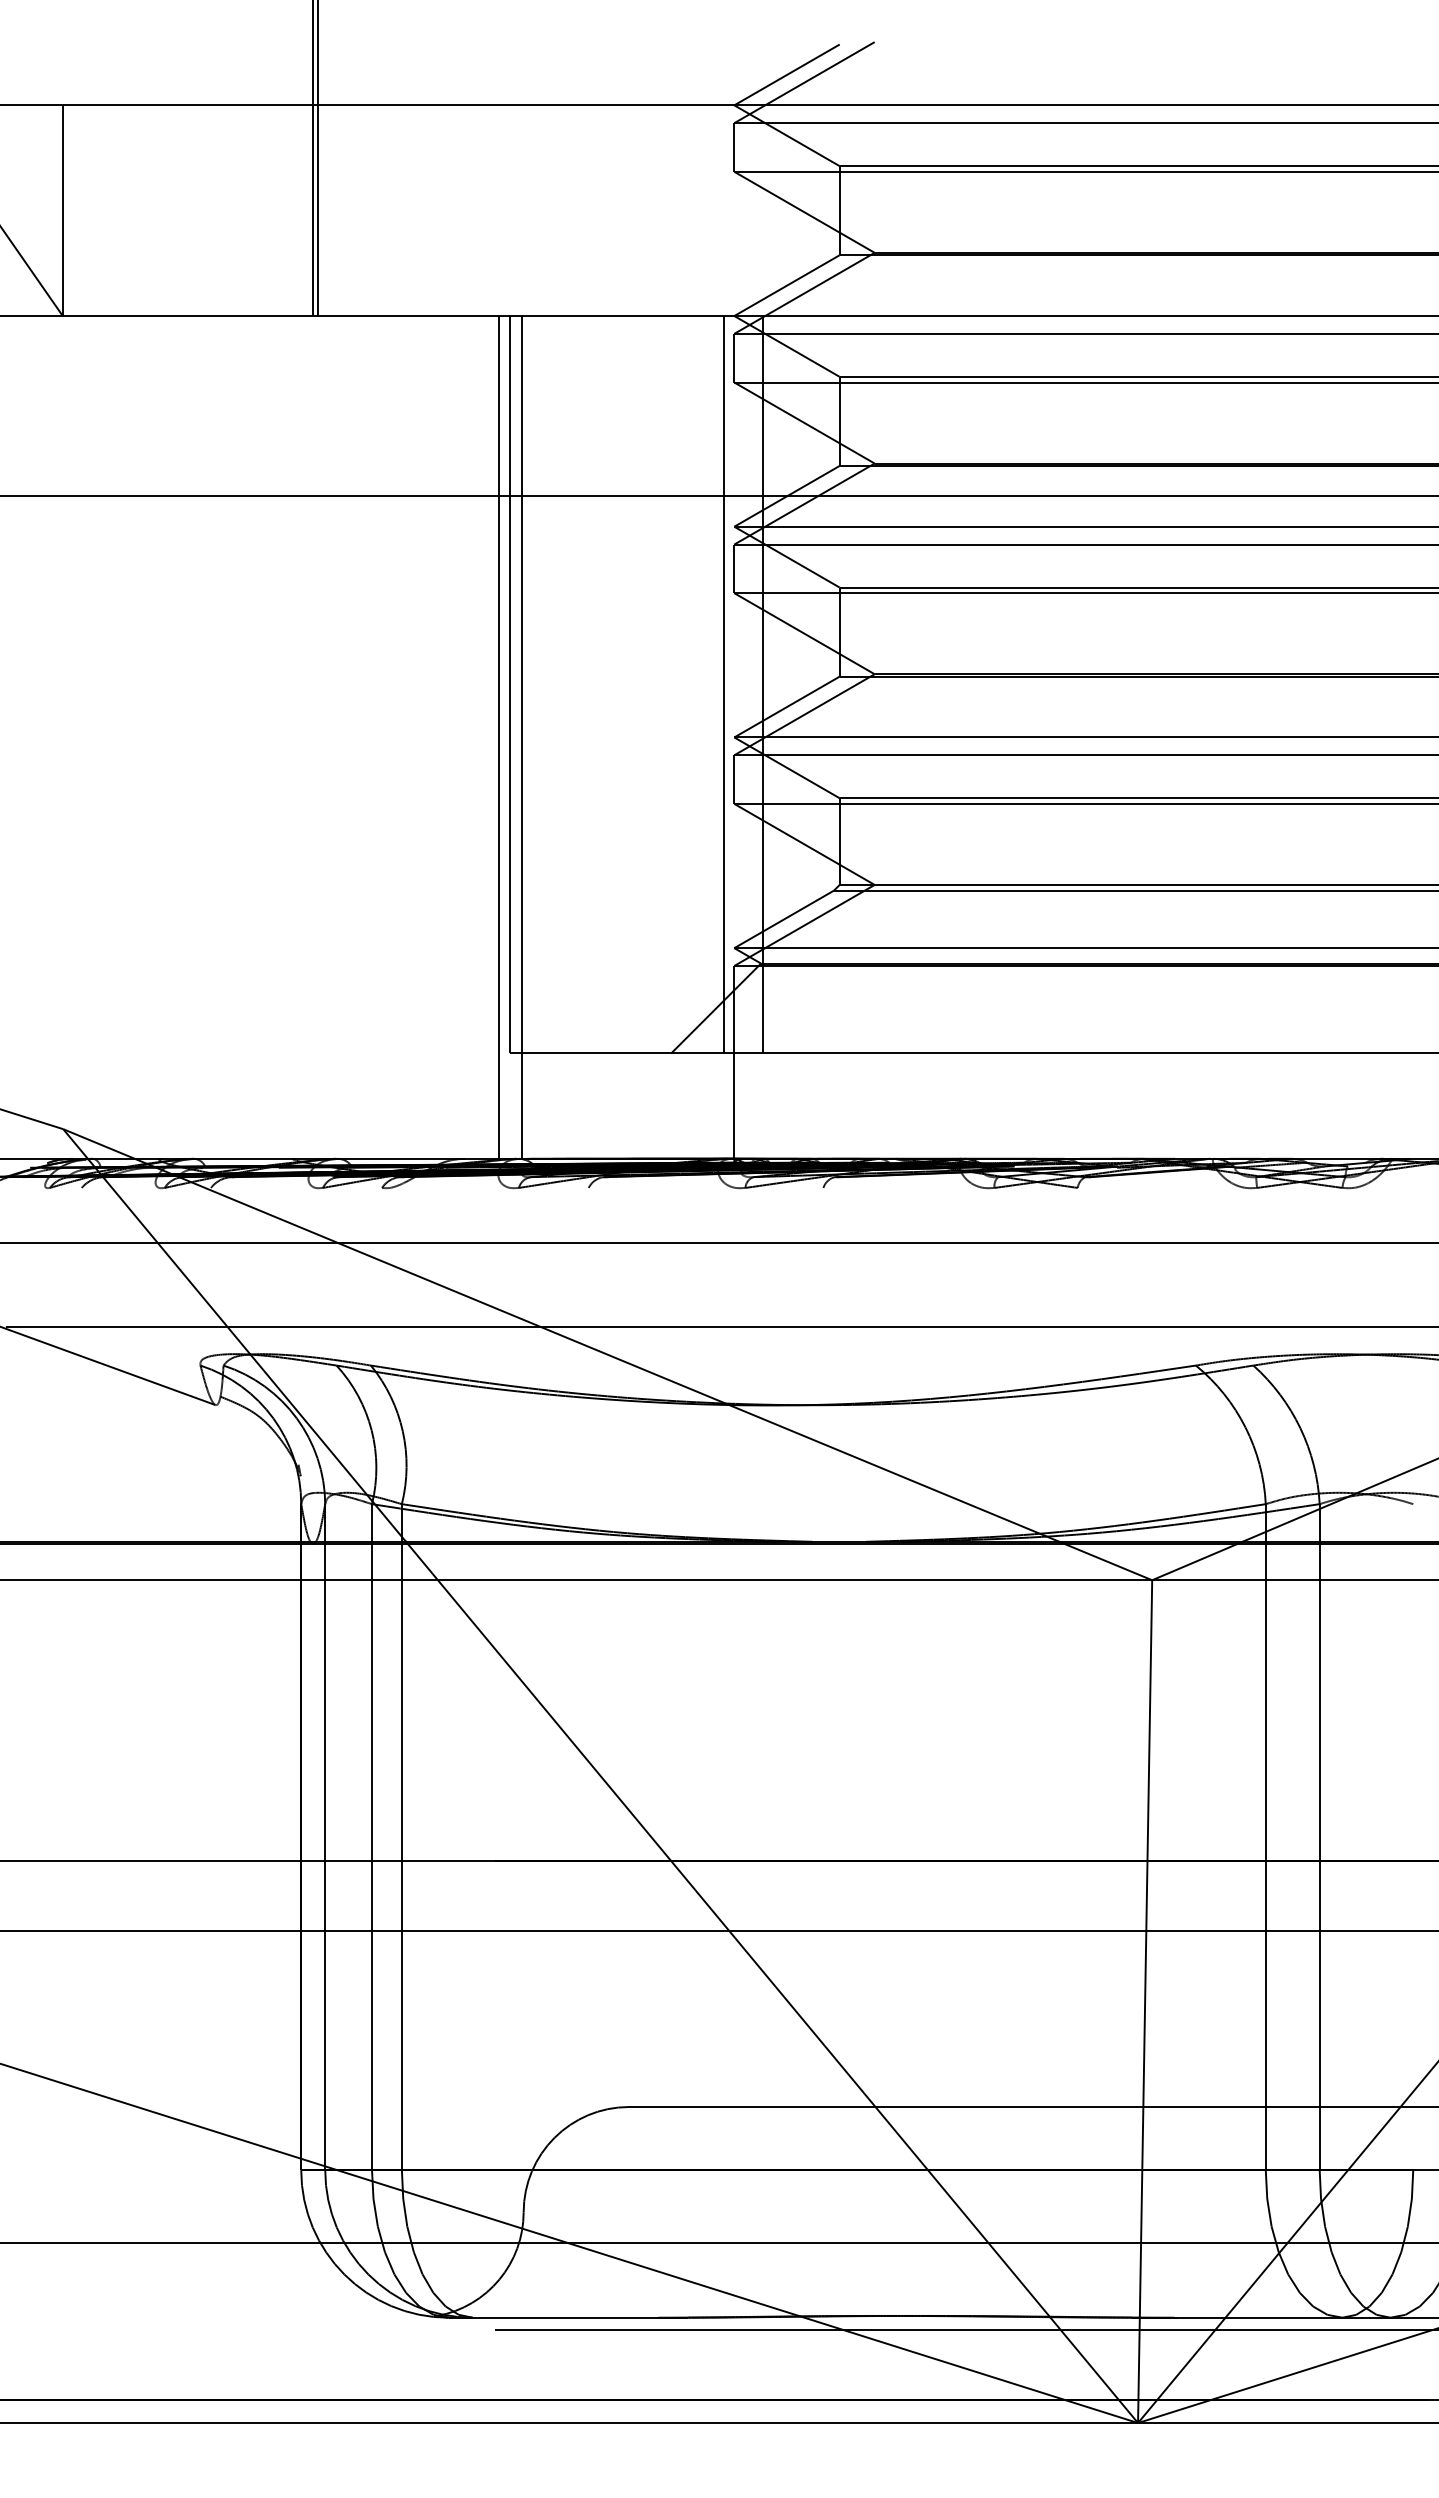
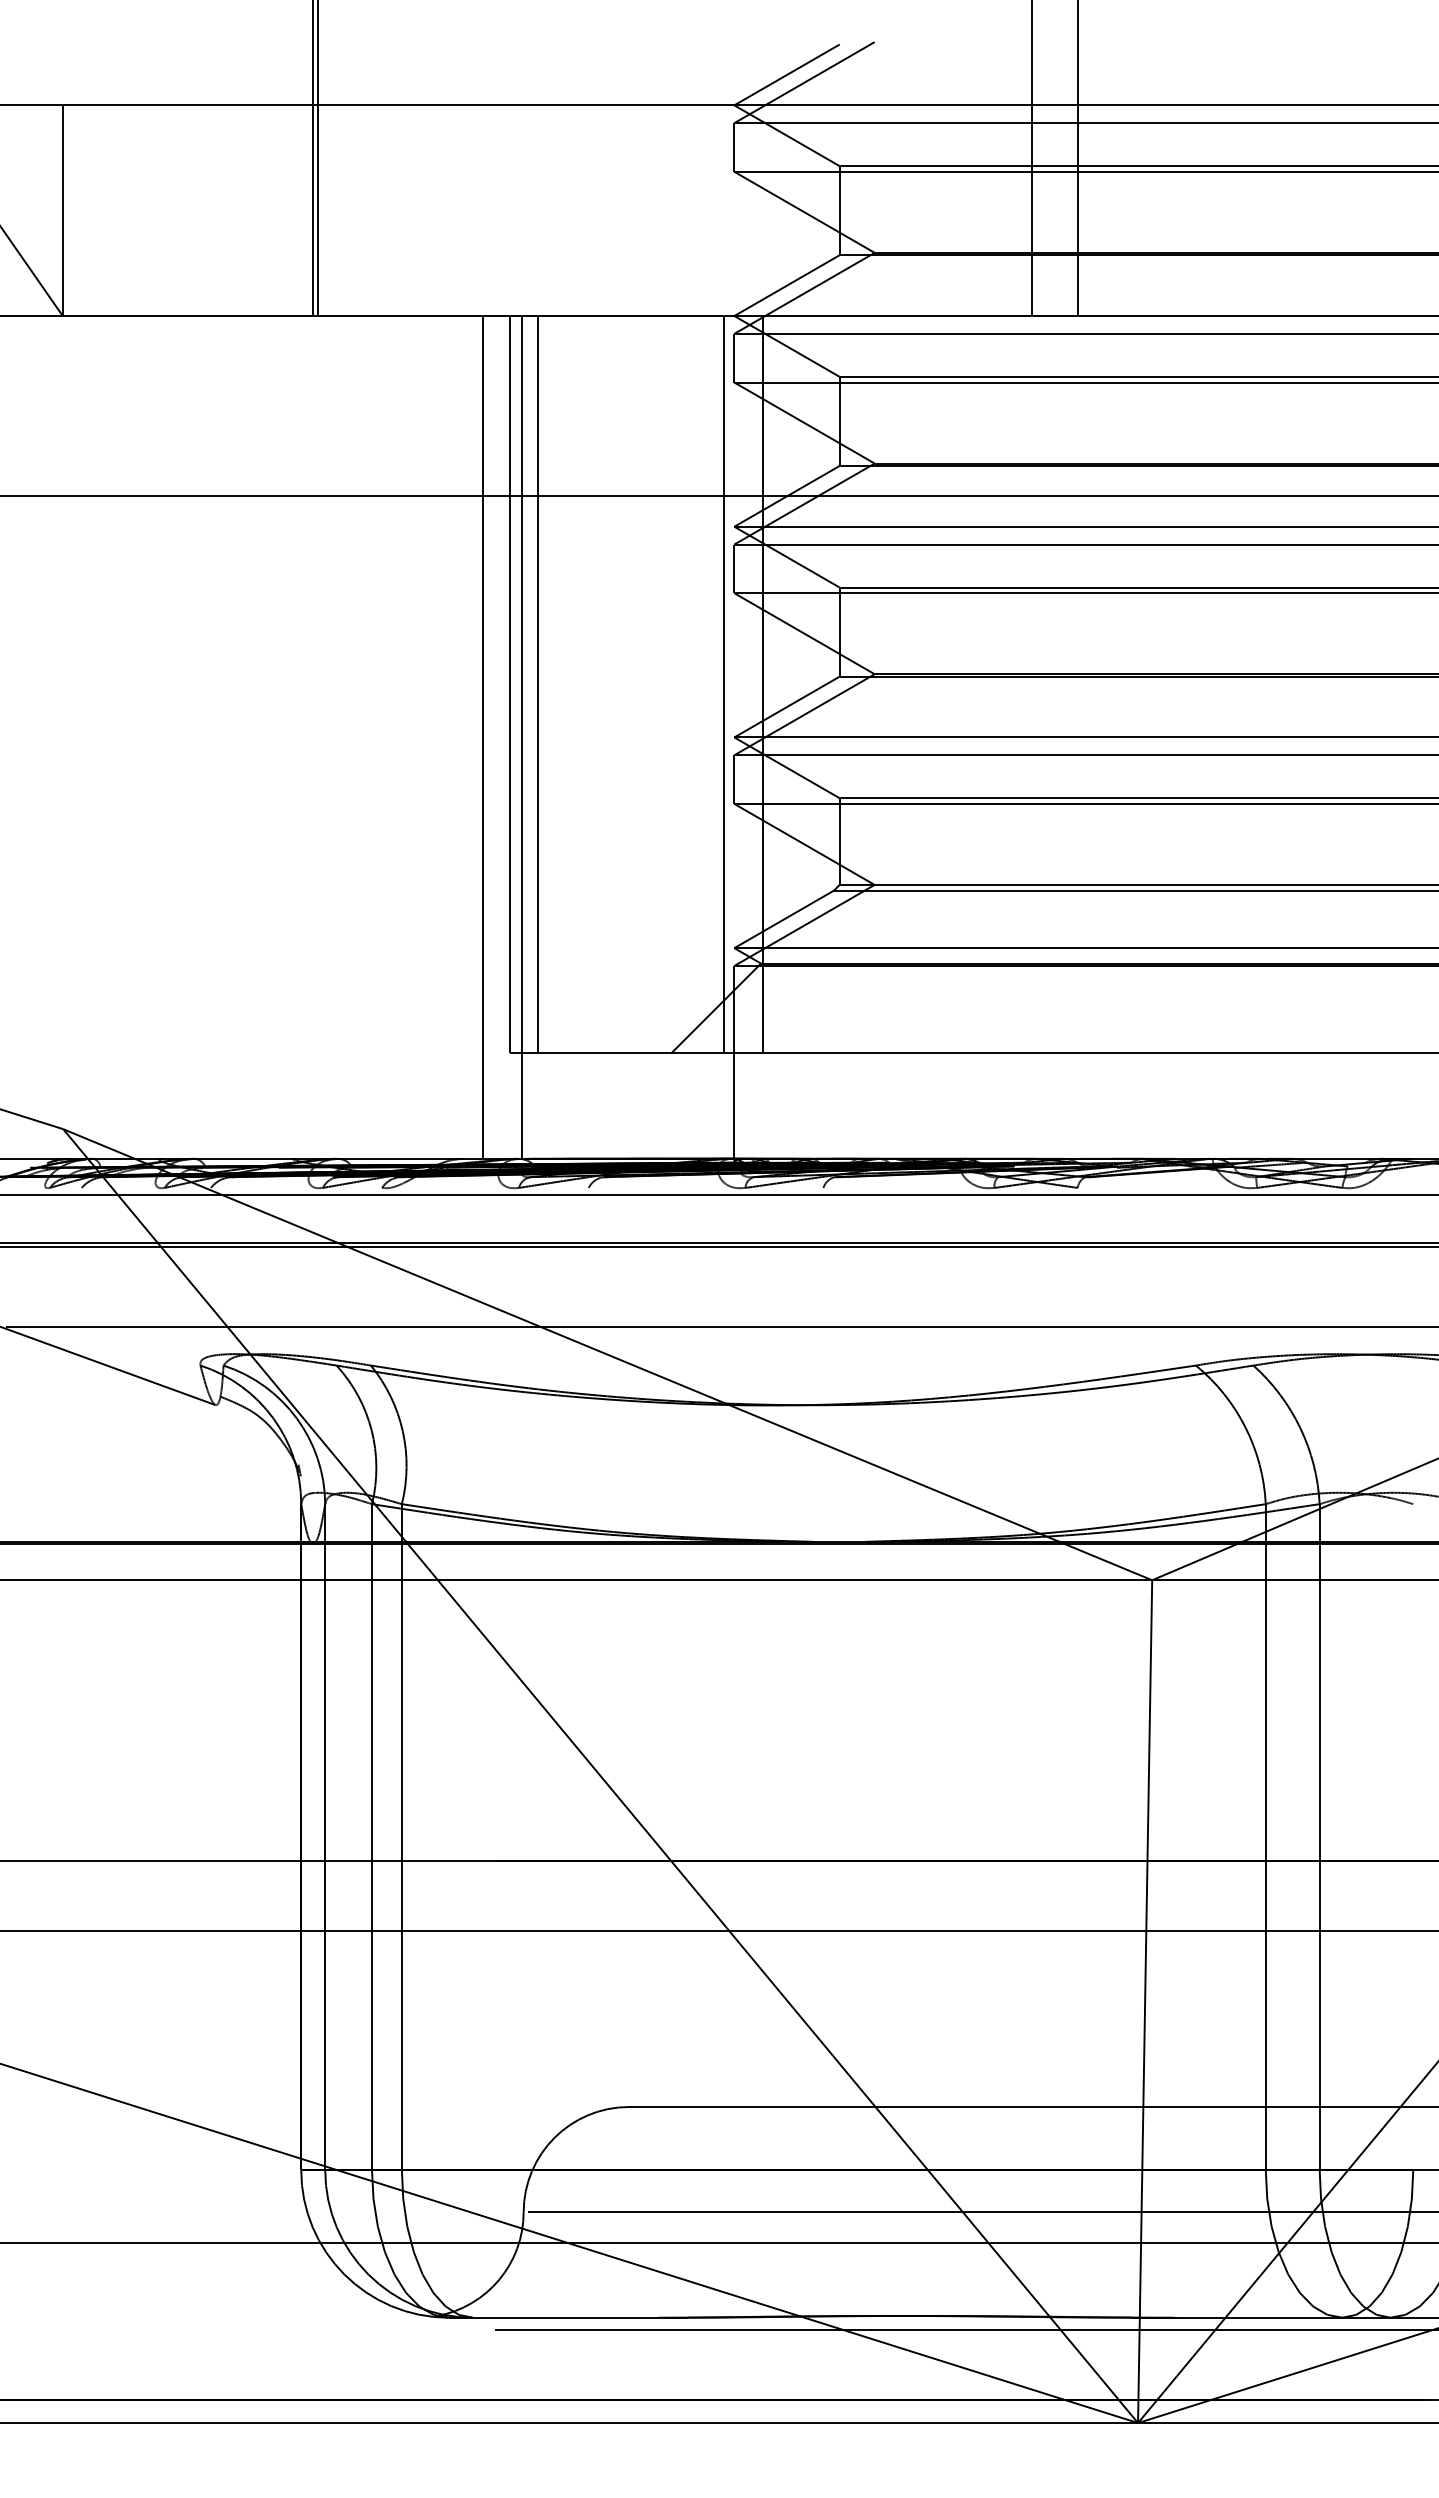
line at (1031, 159): none -> present
line at (1077, 159): none -> present
line at (538, 684): none -> present
line at (498, 737) position: (498, 737) -> (482, 737)
line at (718, 1194): none -> present
line at (718, 1247): none -> present
line at (981, 2212): none -> present
